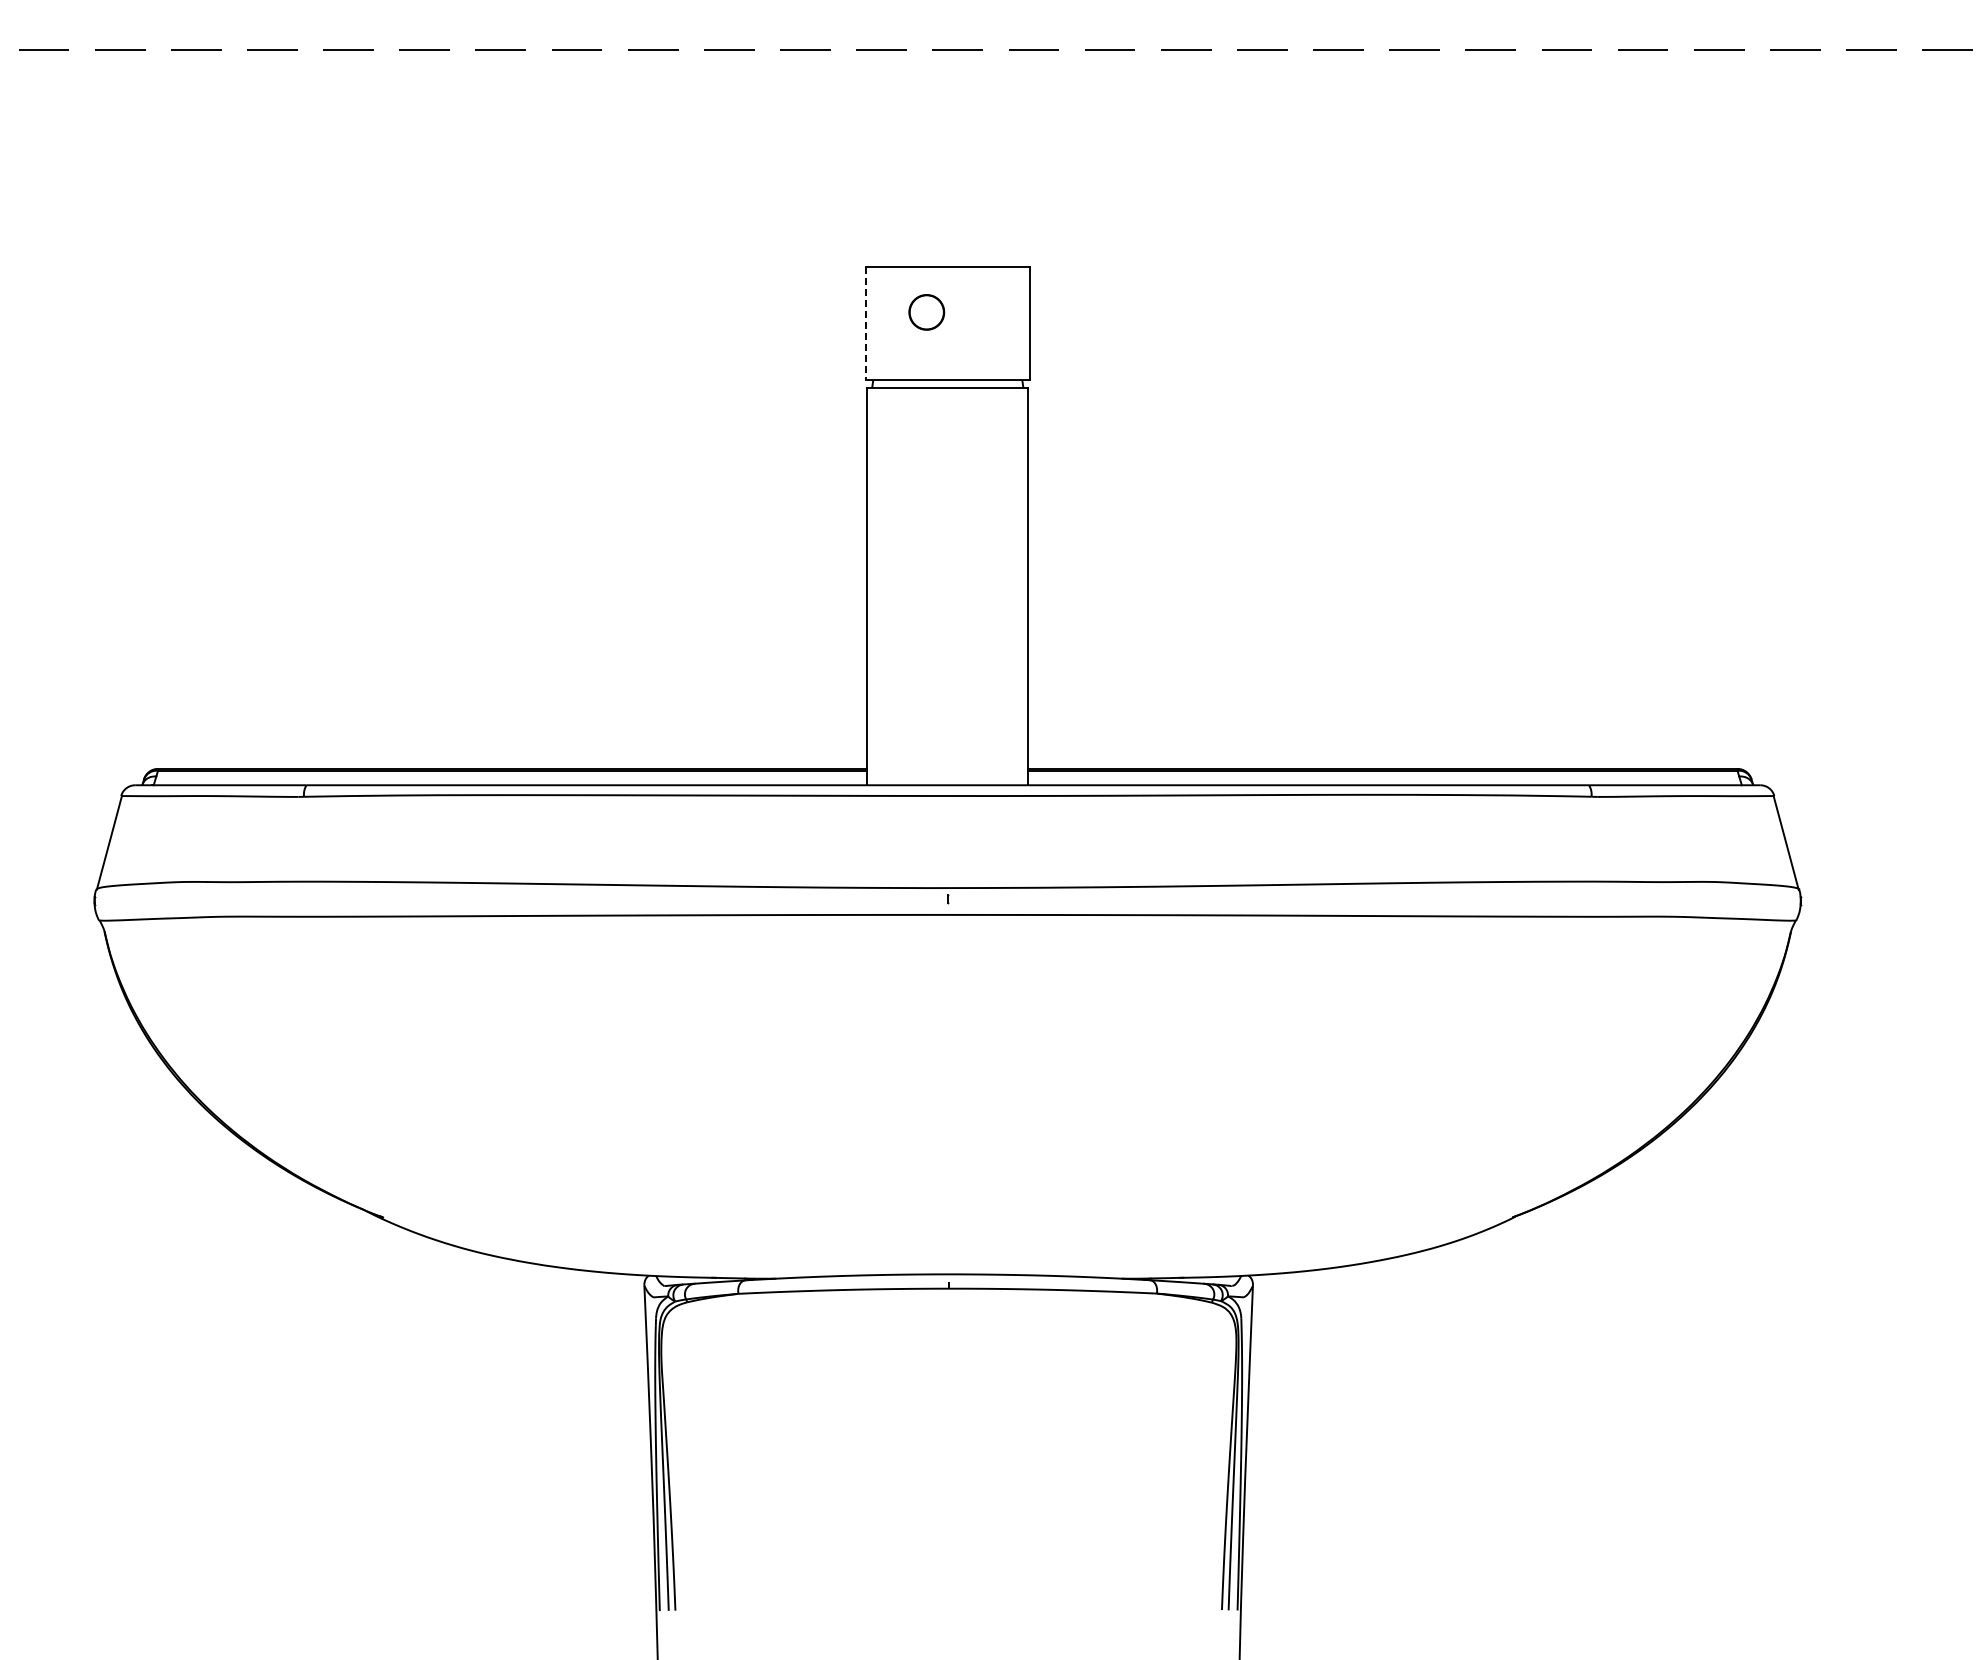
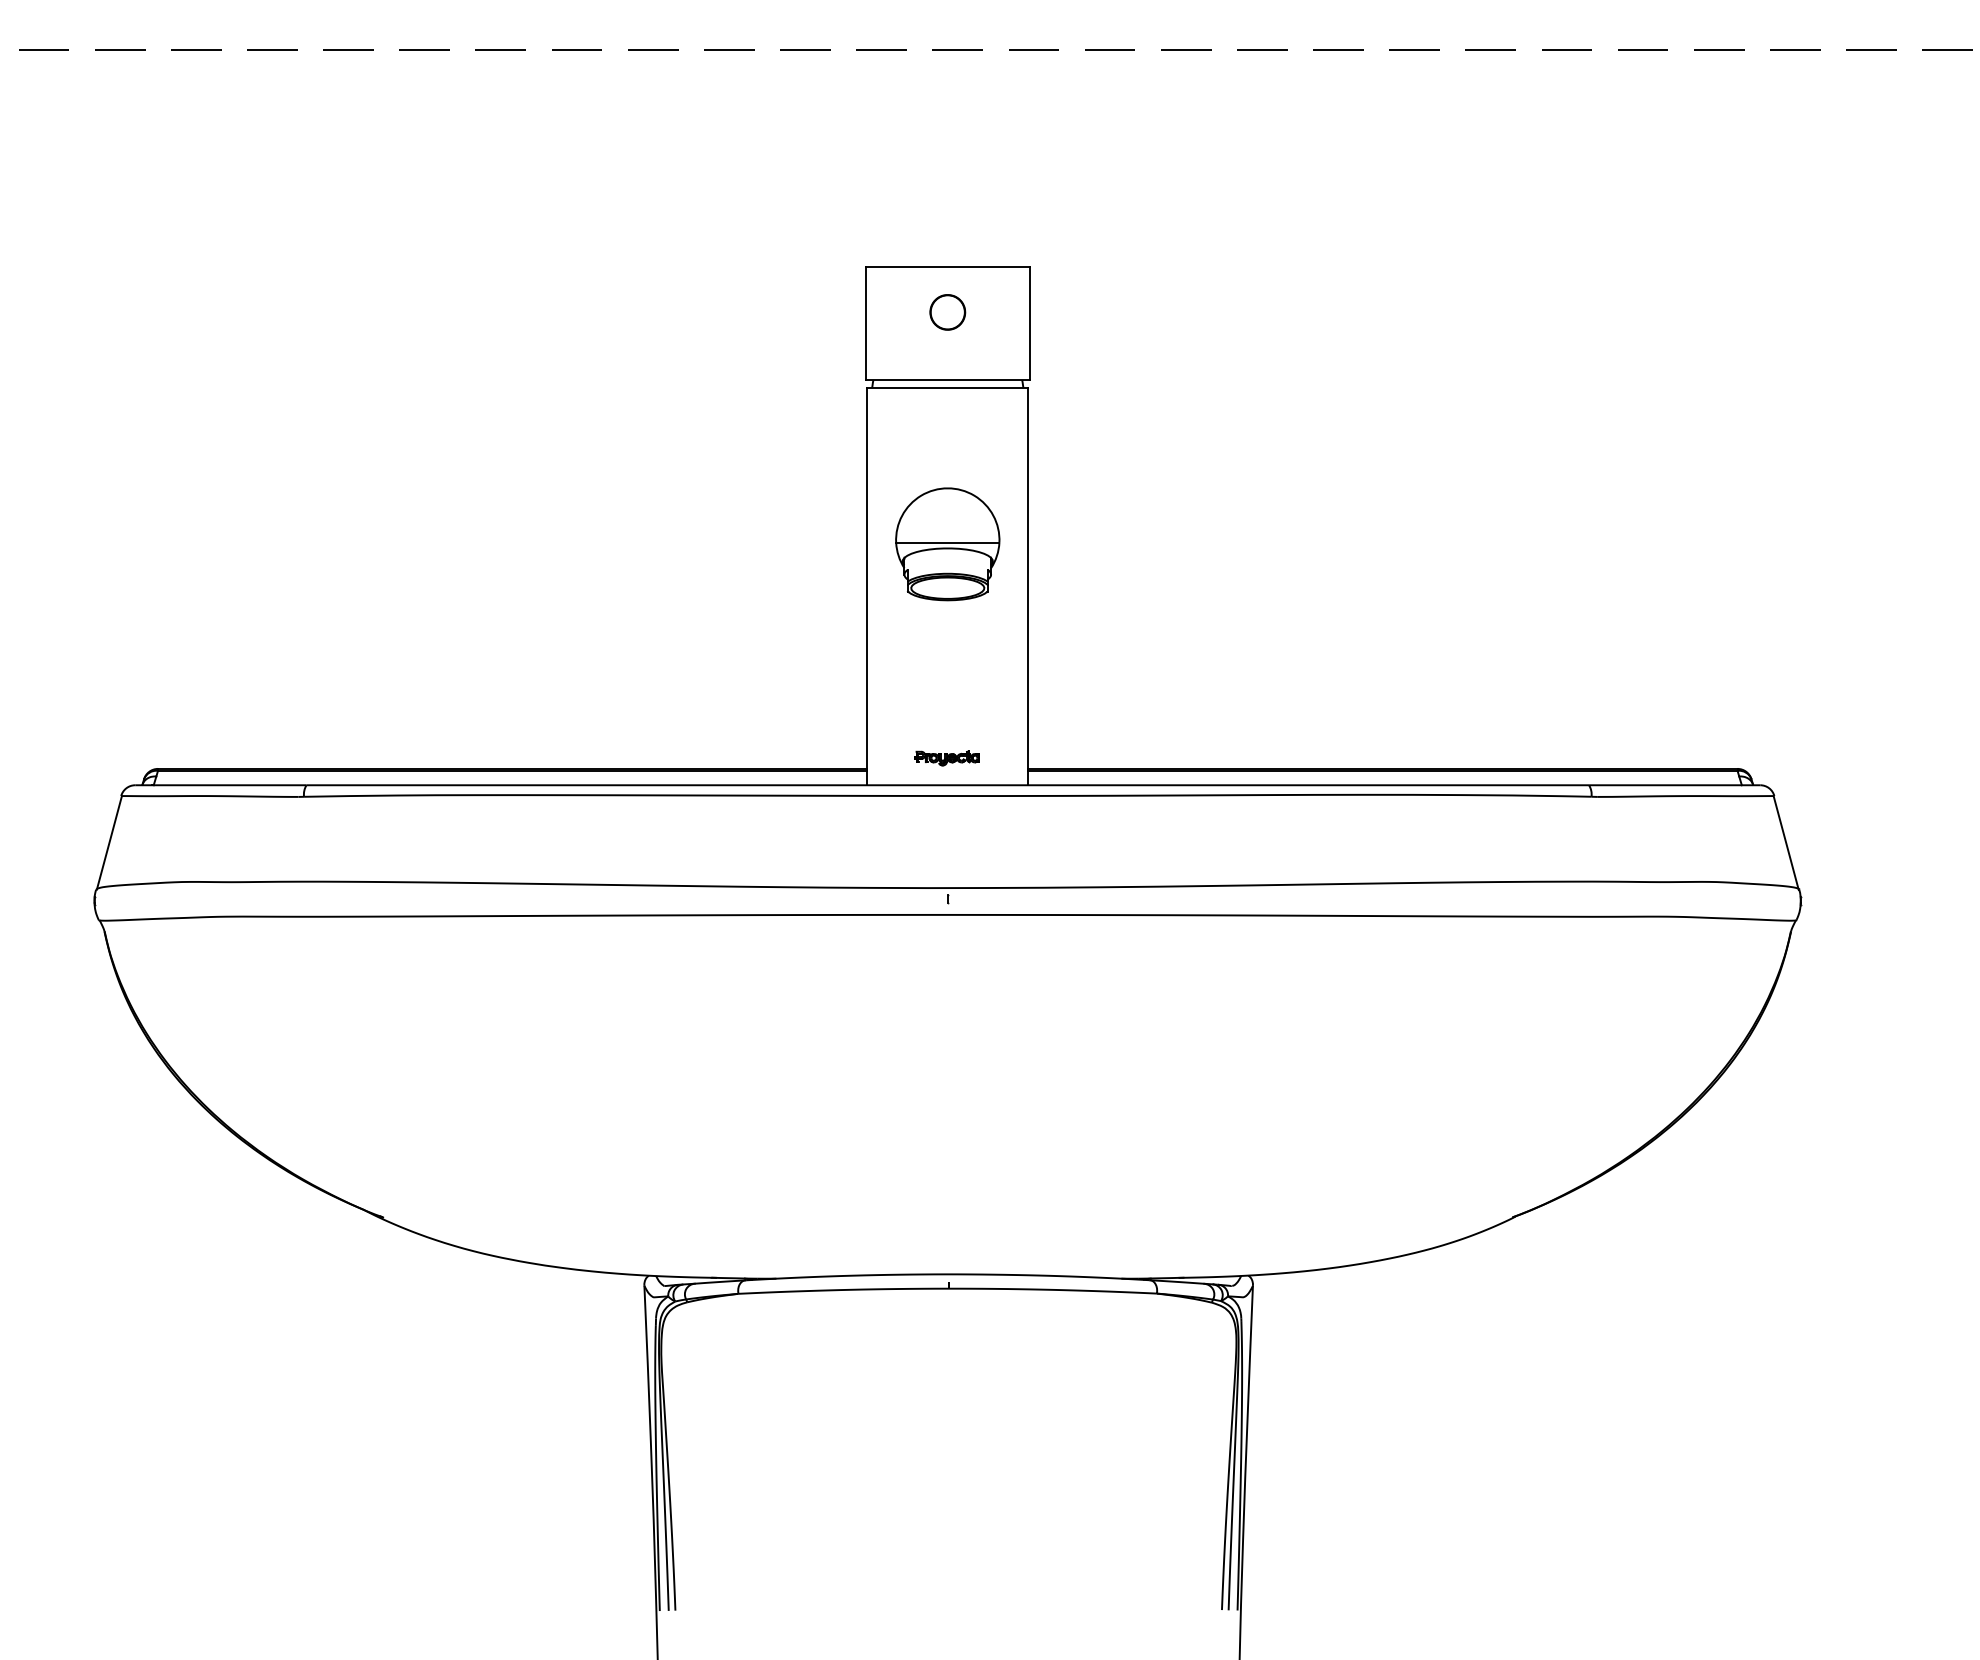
part at (926, 312) position: (926, 312) -> (947, 312)
line at (866, 323): dashed -> solid
part at (947, 544): none -> present
part at (946, 758): none -> present
